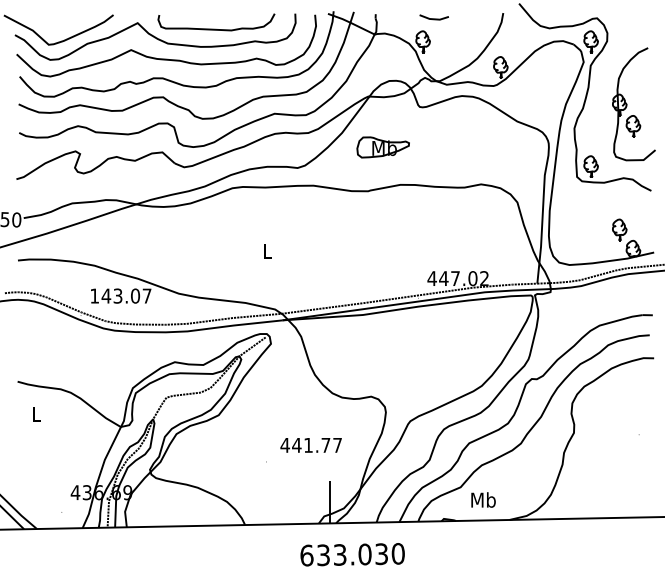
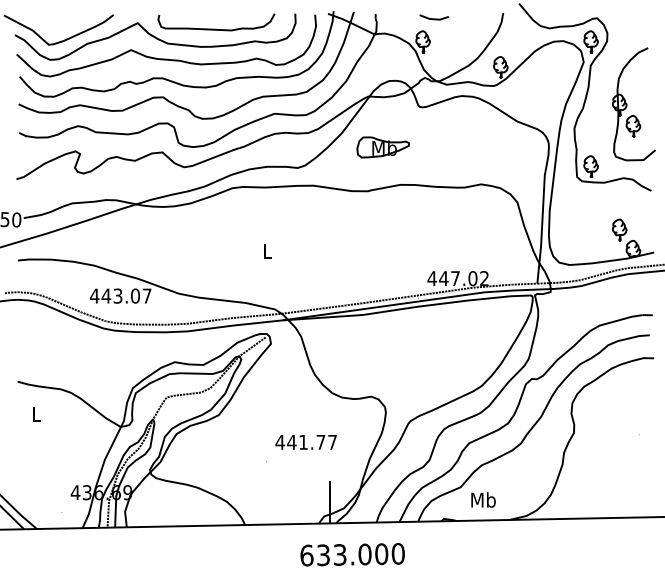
text at (94, 295): 143.07 -> 443.07
text at (310, 445) position: (310, 445) -> (305, 442)
text at (381, 554): 633.030 -> 633.000
